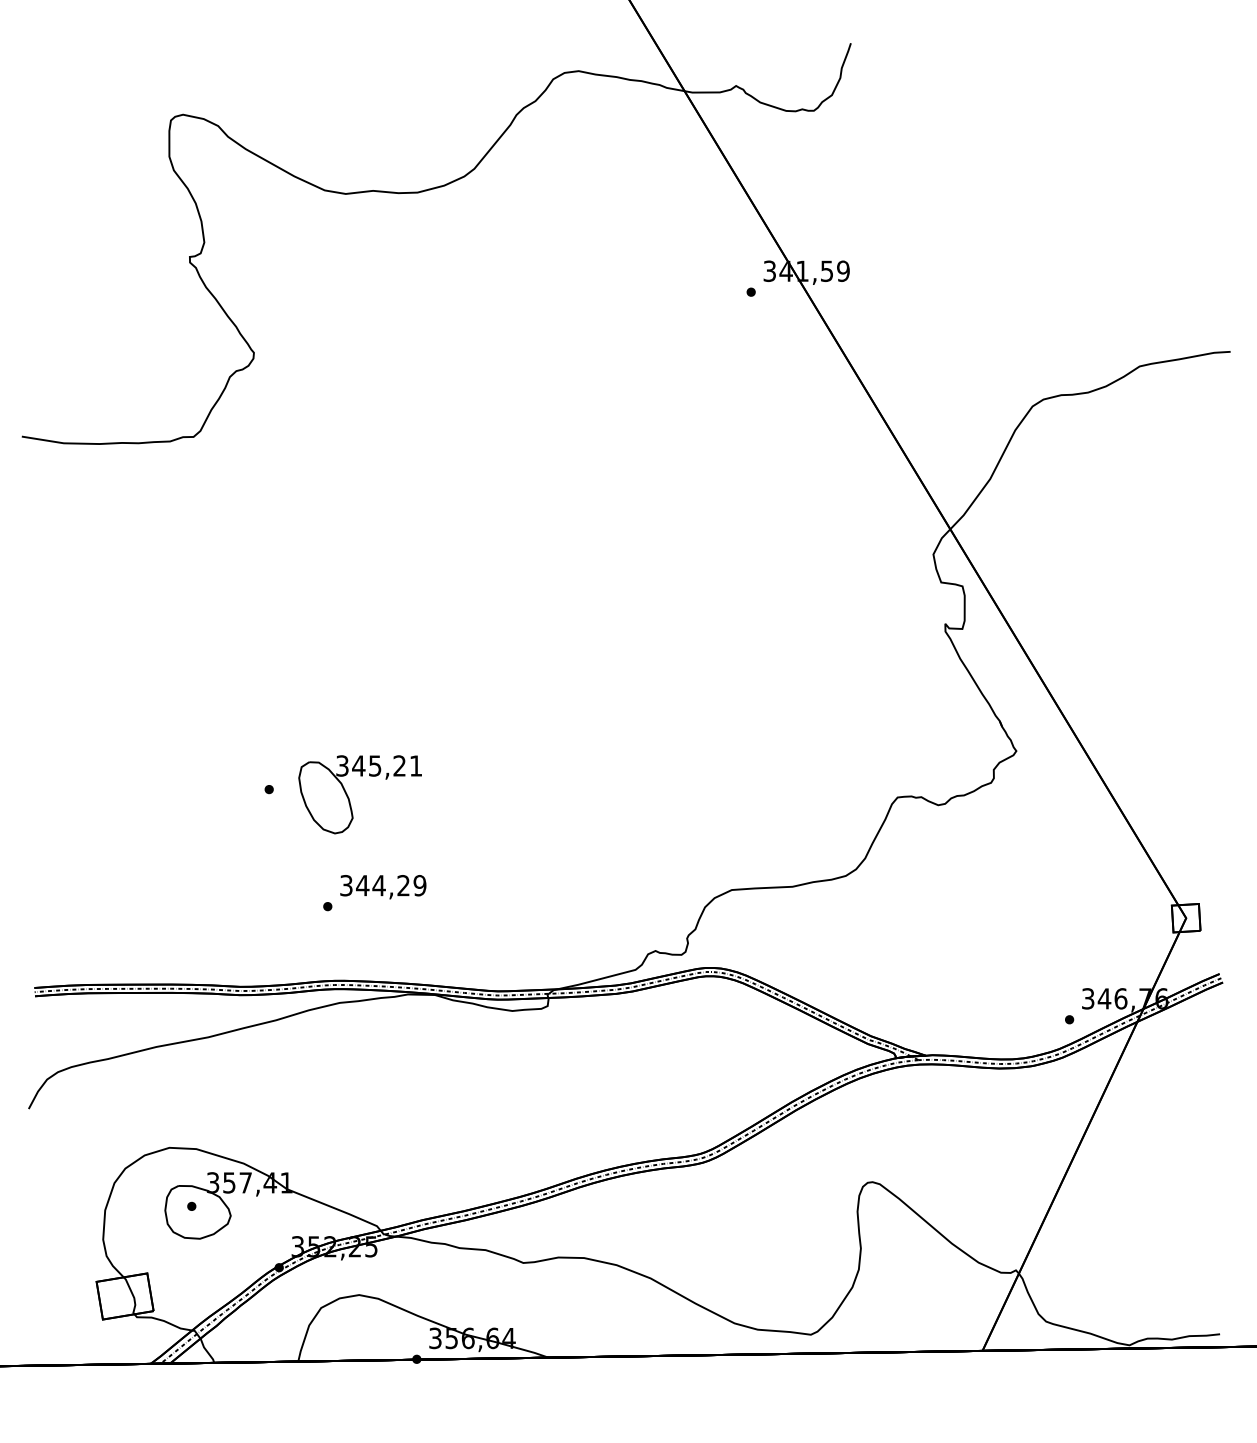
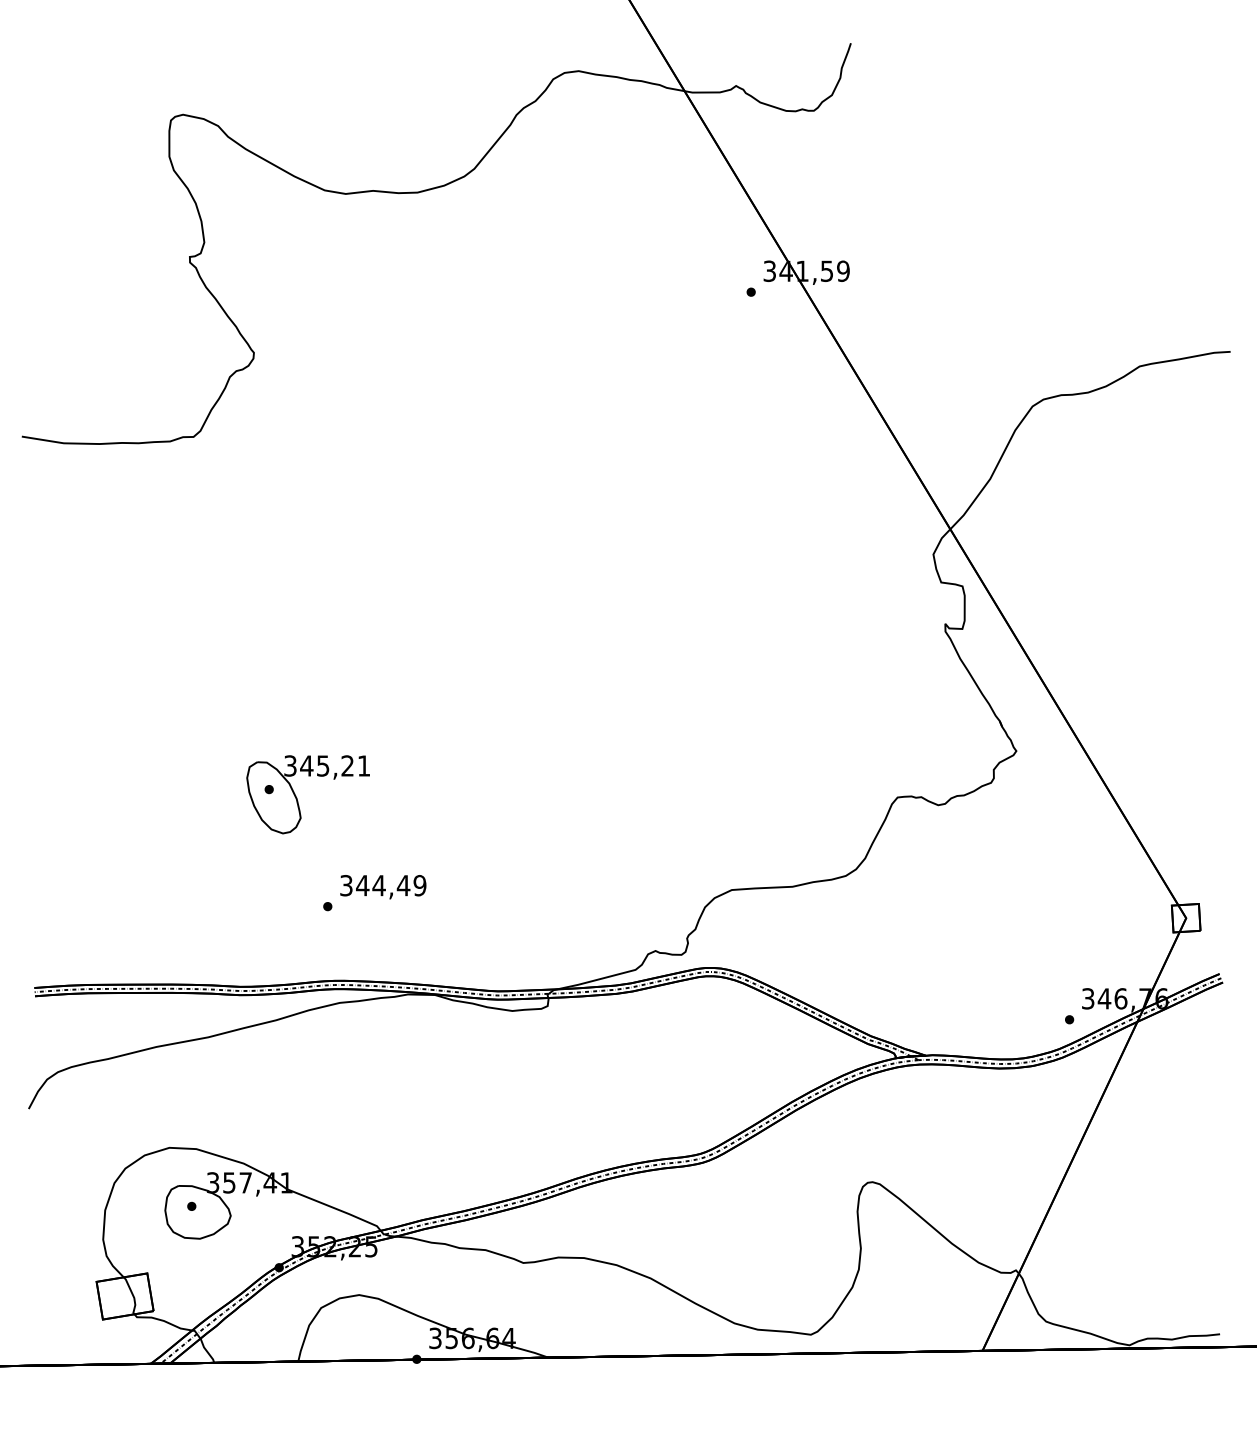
part at (349, 798) position: (349, 798) -> (297, 798)
text at (403, 885): 344,29 -> 344,49
